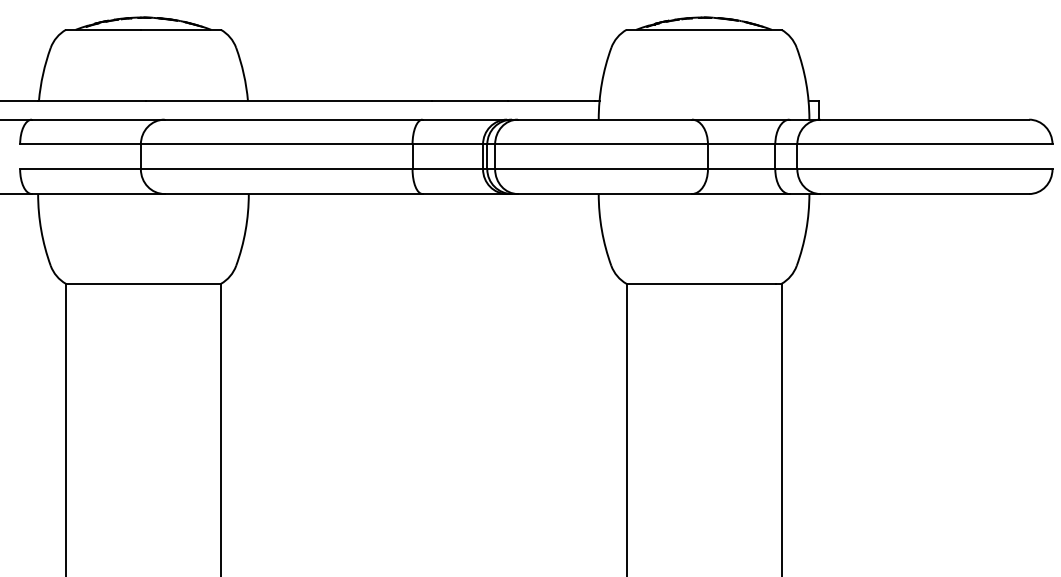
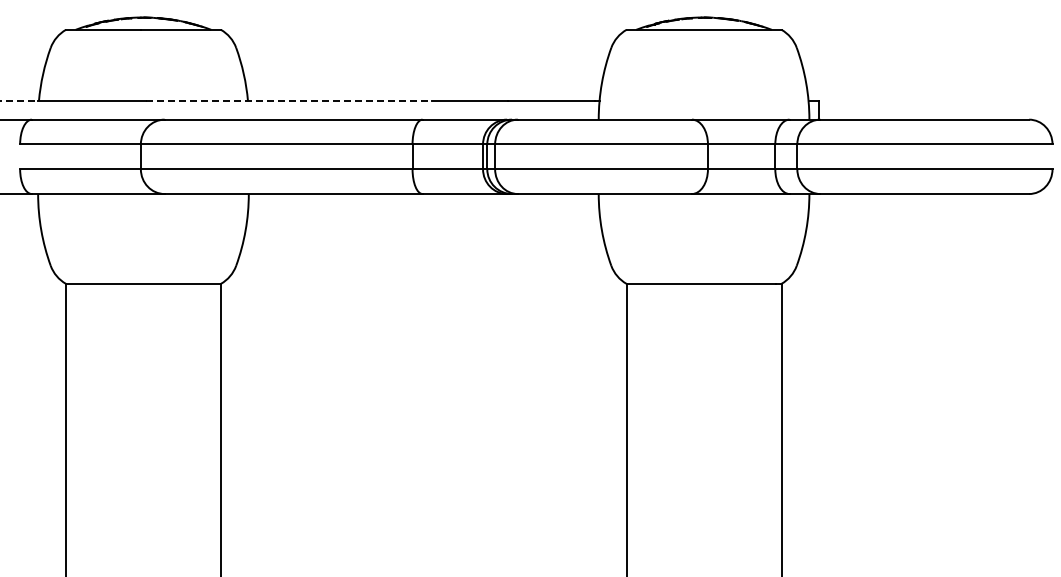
line at (19, 101): solid -> dashed
line at (289, 101): solid -> dashed
